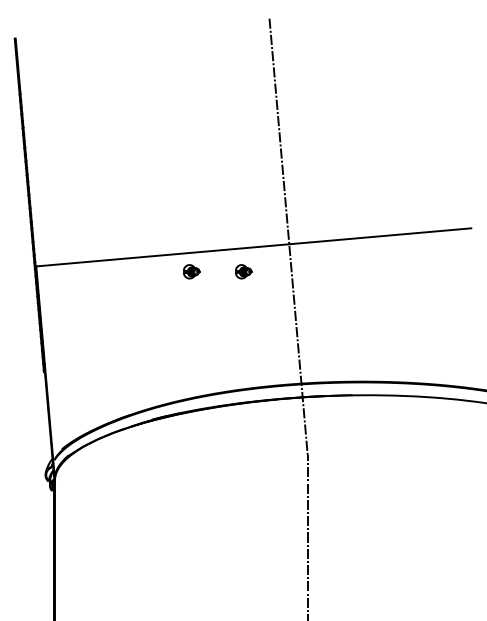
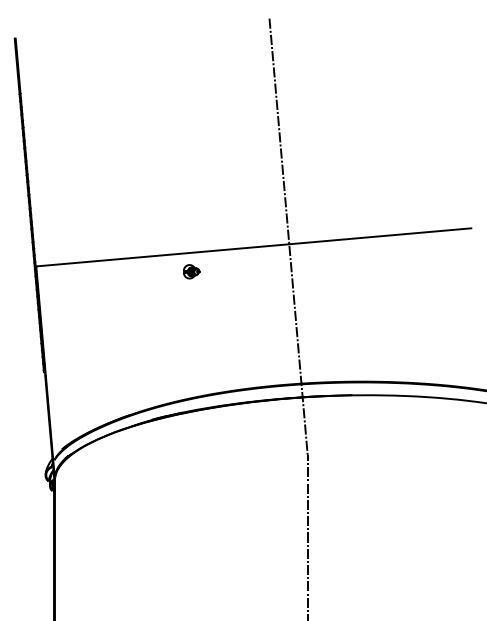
part at (243, 271): present -> none
